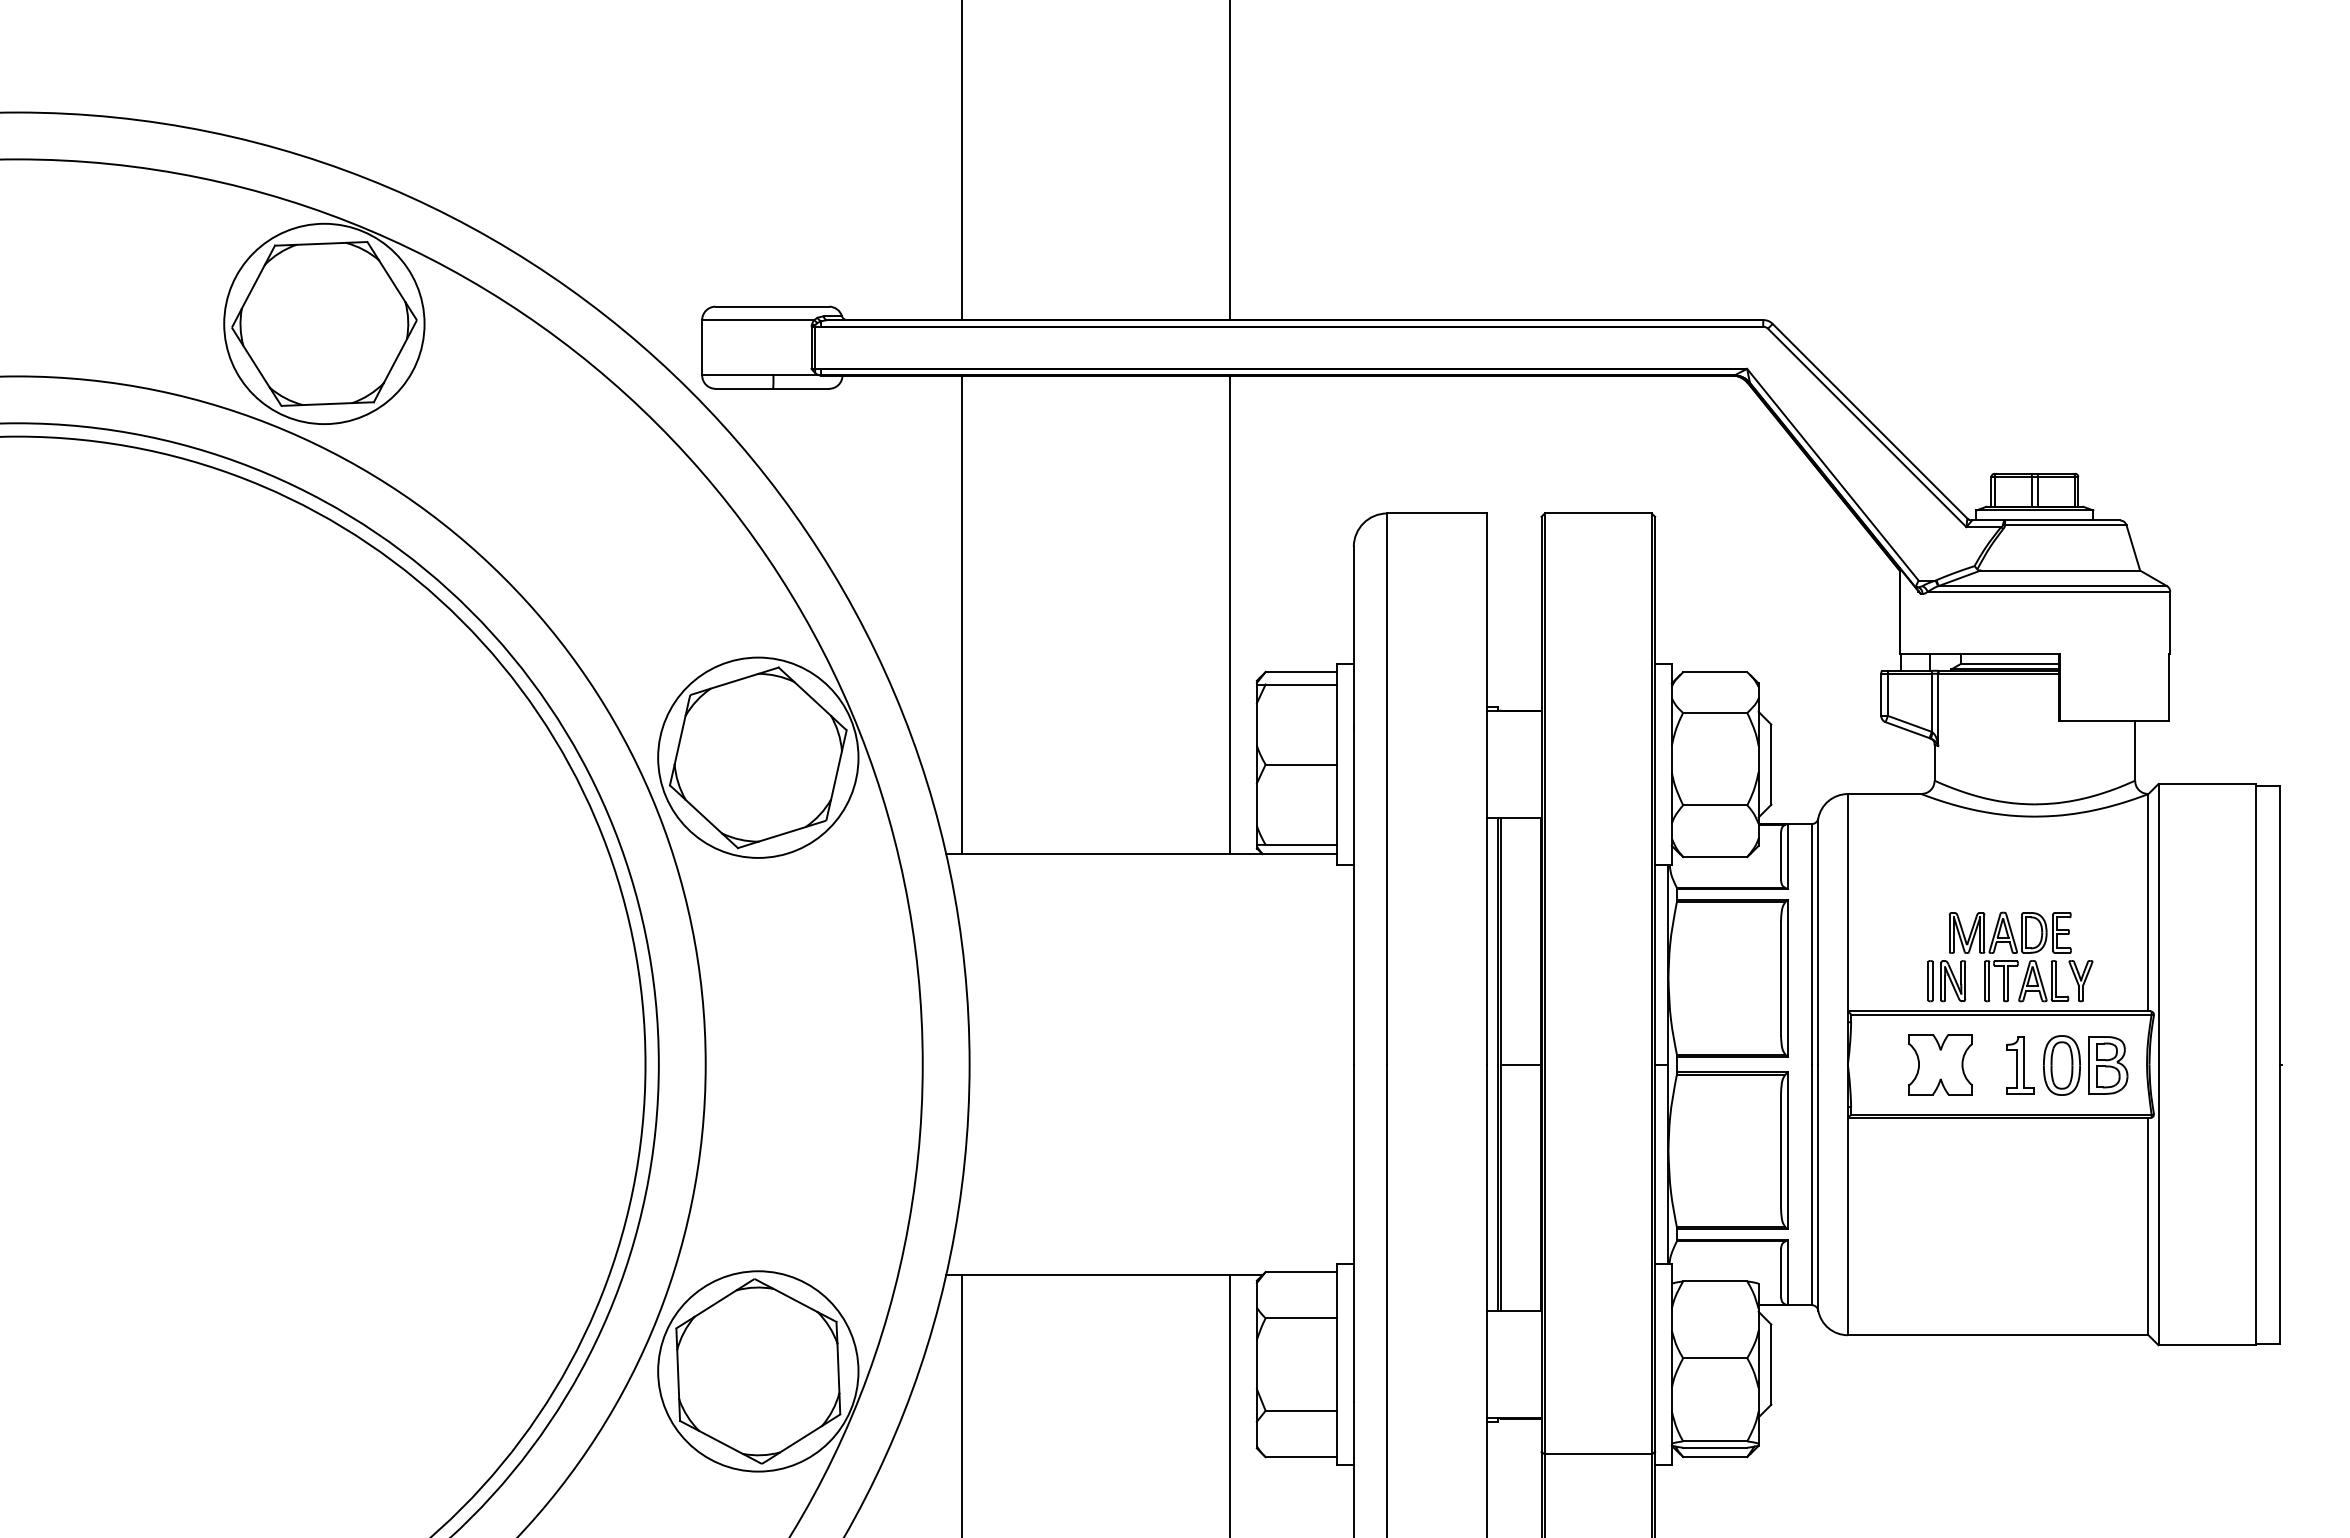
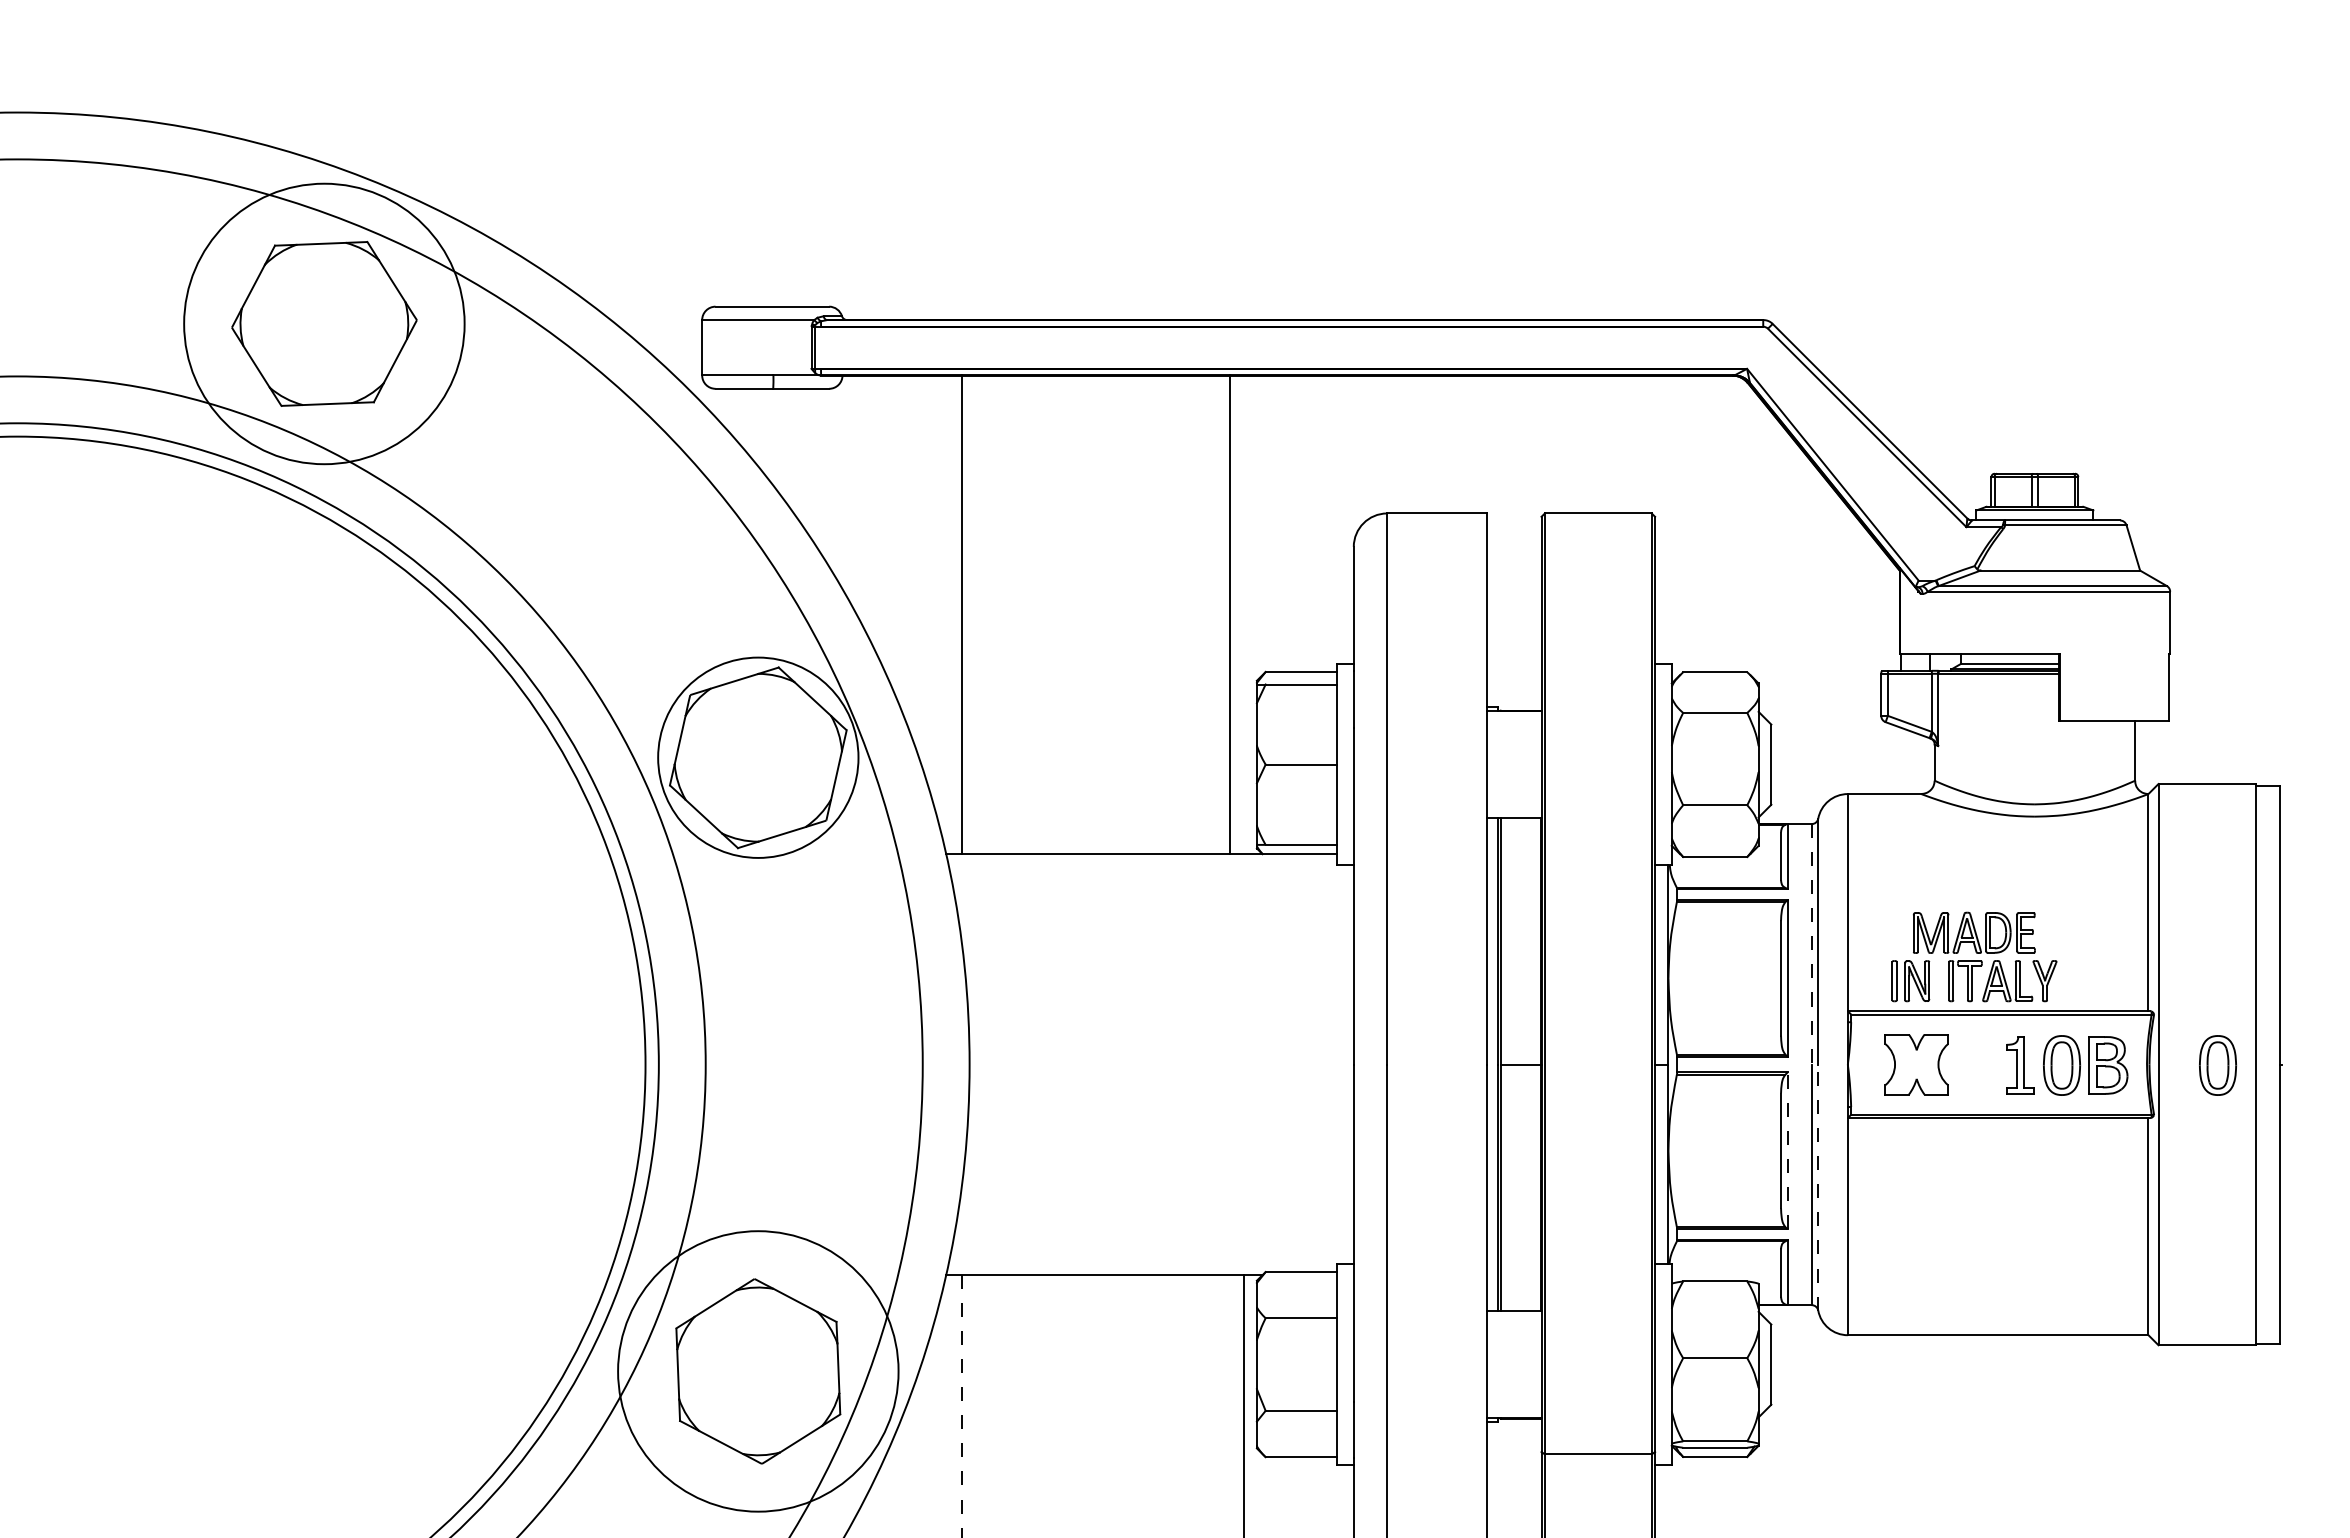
line at (962, 161): present -> none
line at (1229, 161): present -> none
circle at (324, 323) diameter: 200 px -> 280 px
line at (1811, 944): solid -> dashed
part at (2010, 956) position: (2010, 956) -> (1974, 956)
part at (1940, 1064) position: (1940, 1064) -> (1916, 1064)
part at (2217, 1065): none -> present
line at (1787, 1150): solid -> dashed
line at (1818, 1187): solid -> dashed
circle at (758, 1371) diameter: 200 px -> 280 px
line at (1229, 1404) position: (1229, 1404) -> (1243, 1404)
line at (962, 1406): solid -> dashed
